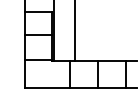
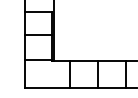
line at (74, 31): present -> none
